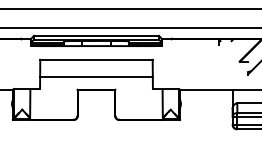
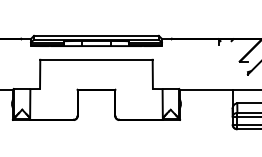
line at (130, 8): present -> none
line at (130, 27): present -> none
line at (96, 76): present -> none
